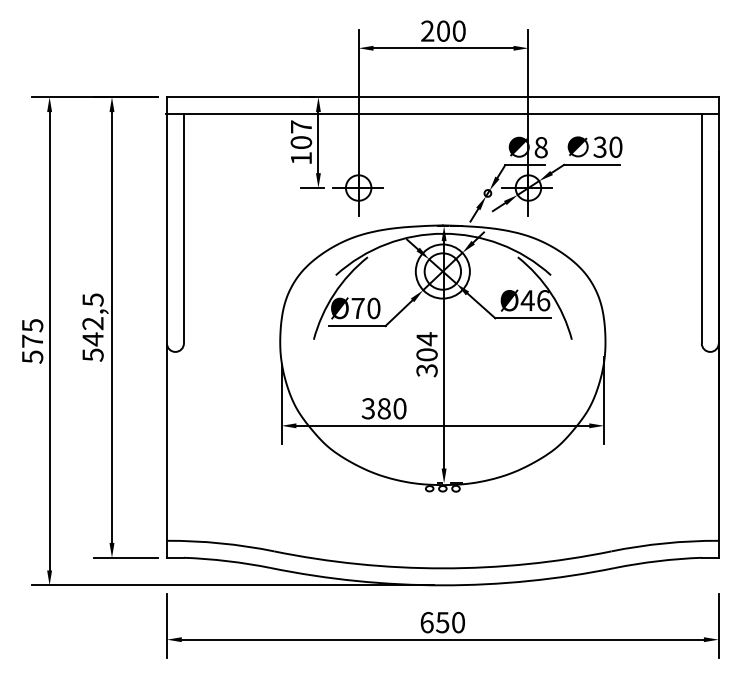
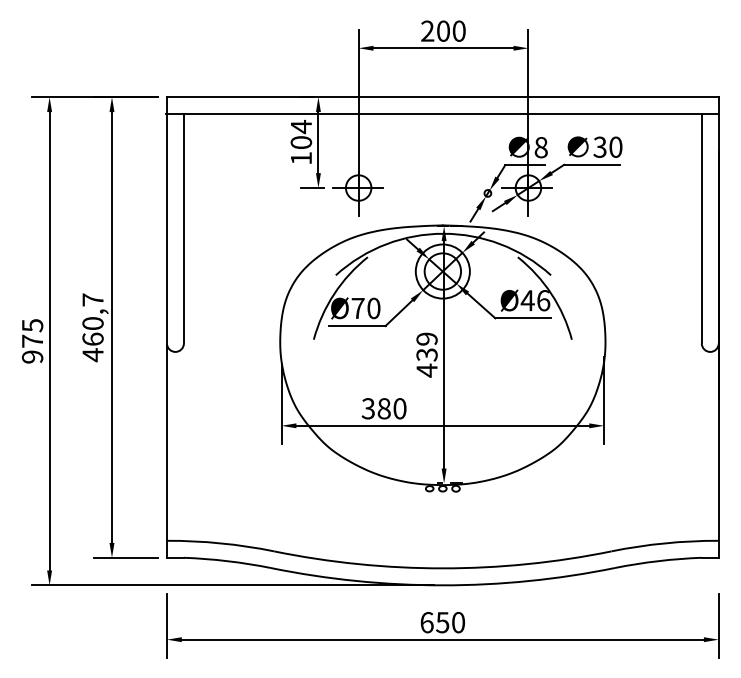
text at (301, 126): 107 -> 104
text at (92, 327): 542,5 -> 460,7
text at (426, 354): 304 -> 439
text at (32, 356): 575 -> 975
